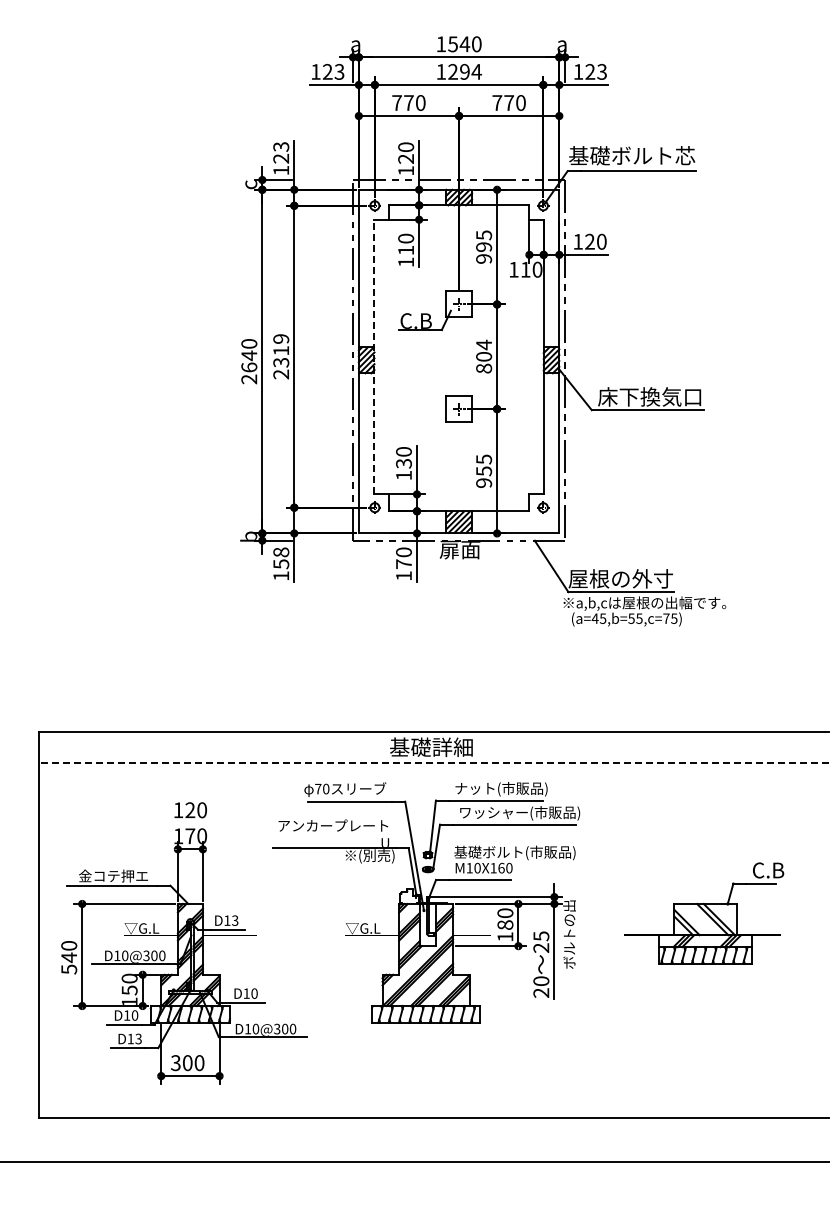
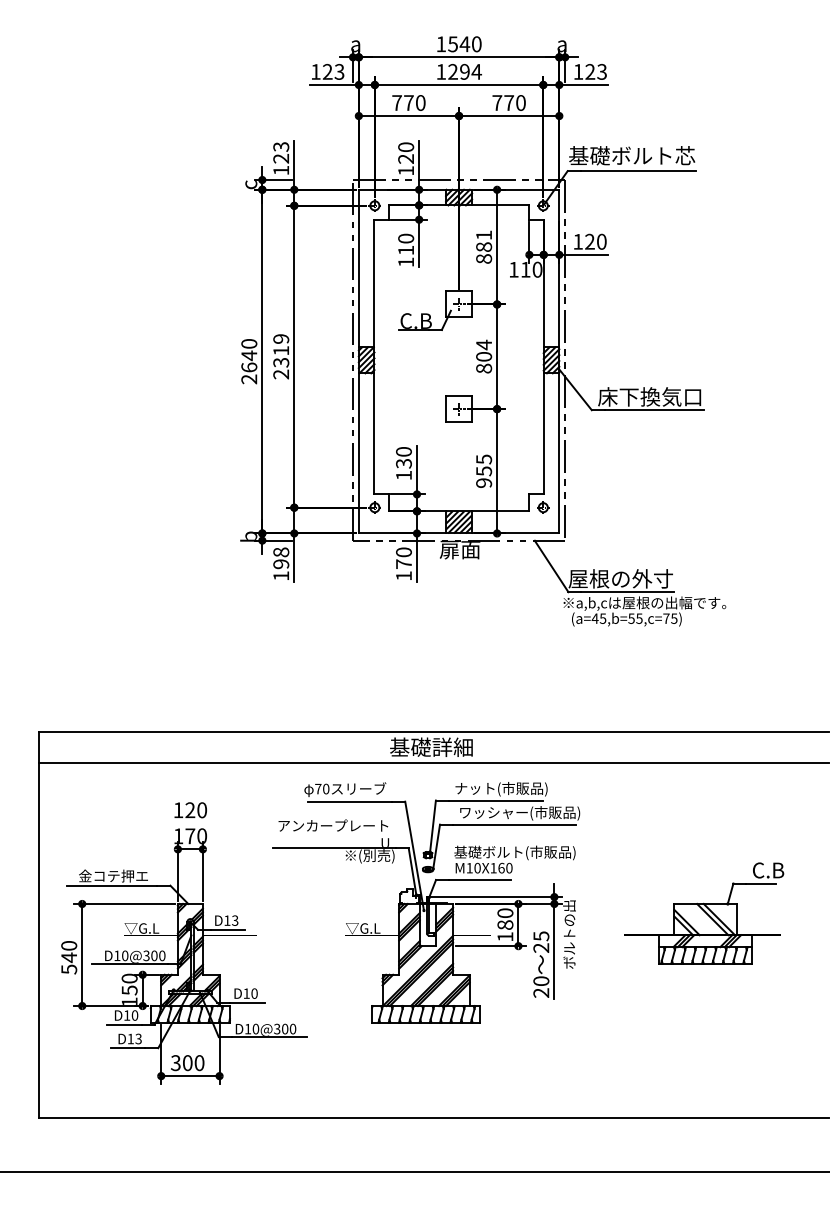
text at (484, 246): 995 -> 881
line at (374, 356): dashed -> solid
text at (281, 564): 158 -> 198
line at (433, 763): dashed -> solid
line at (414, 1161) position: (414, 1161) -> (414, 1171)
